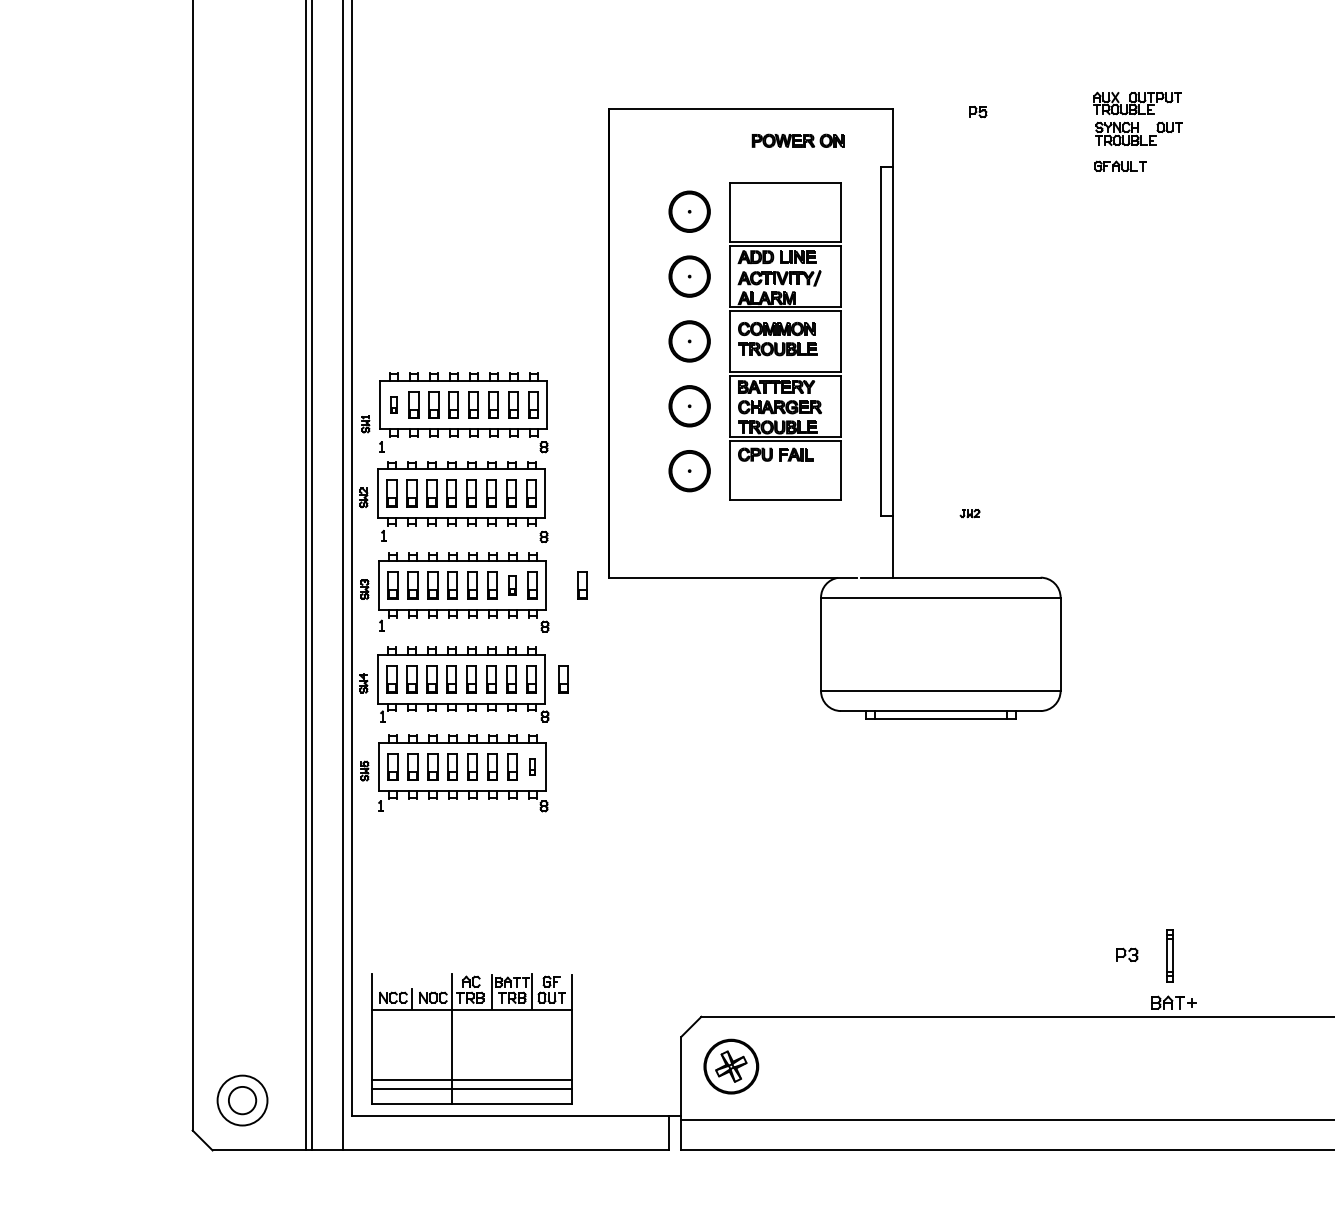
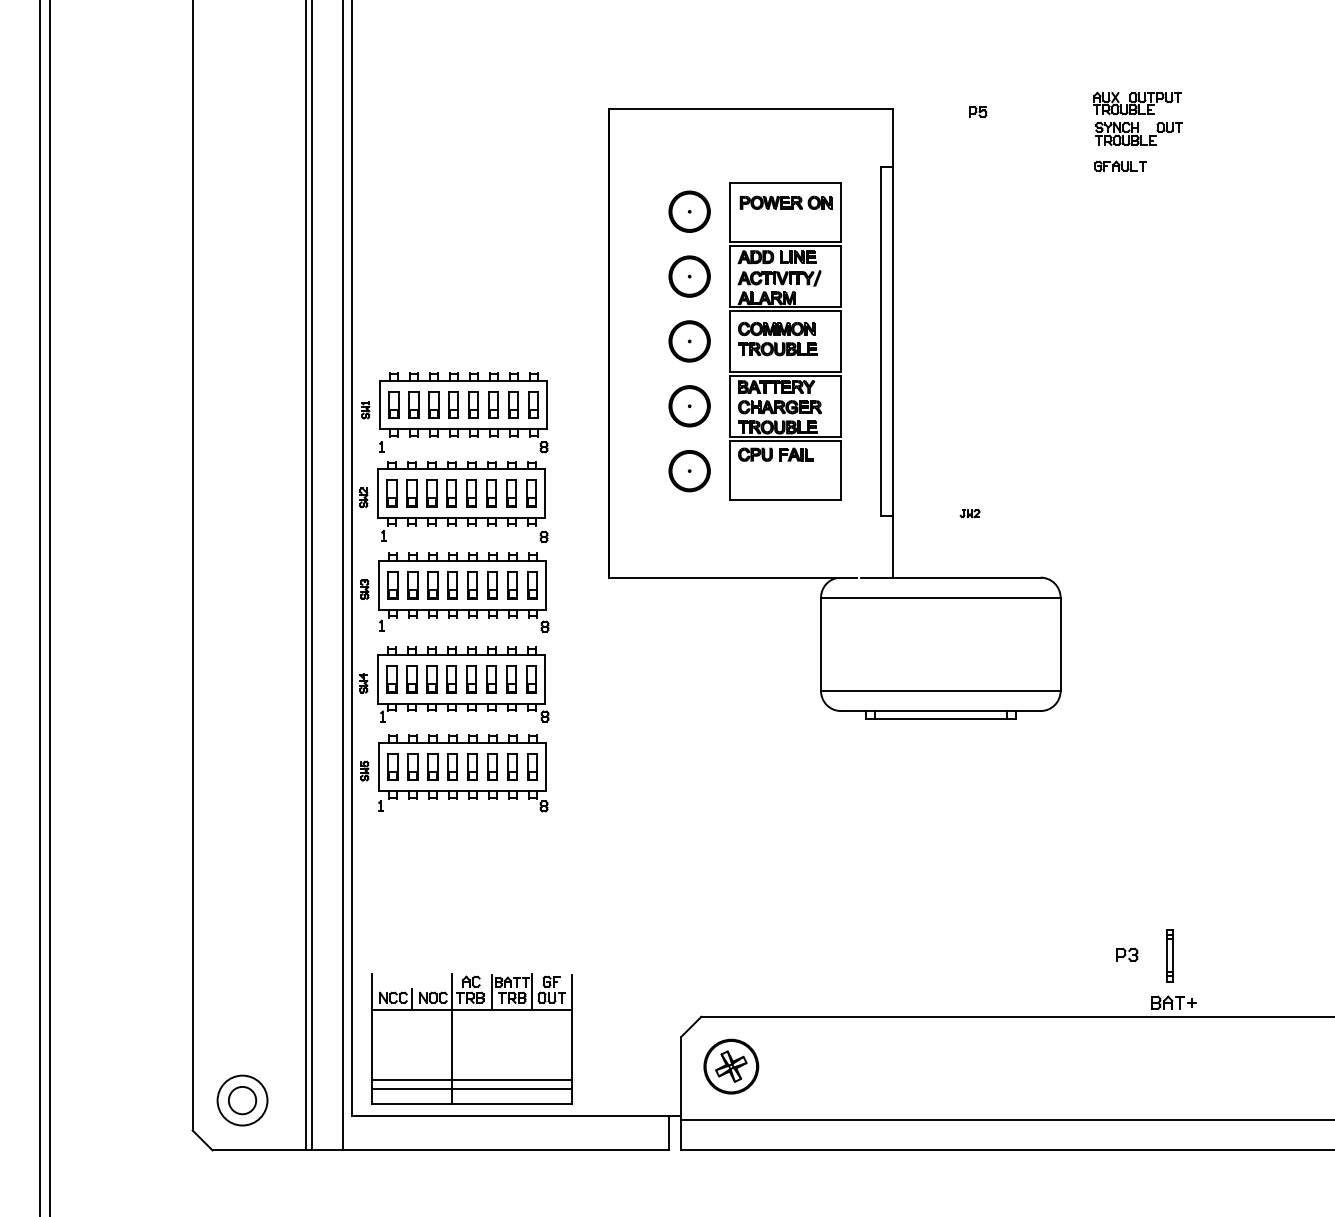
part at (797, 140) position: (797, 140) -> (785, 202)
part at (393, 404) size: 8x18 px -> 12x28 px
part at (365, 424) position: (365, 424) -> (365, 410)
part at (512, 585) size: 9x21 px -> 11x29 px
part at (582, 585): present -> none
line at (40, 607): none -> present
line at (49, 607): none -> present
part at (563, 679): present -> none
part at (532, 766) size: 7x18 px -> 11x28 px
